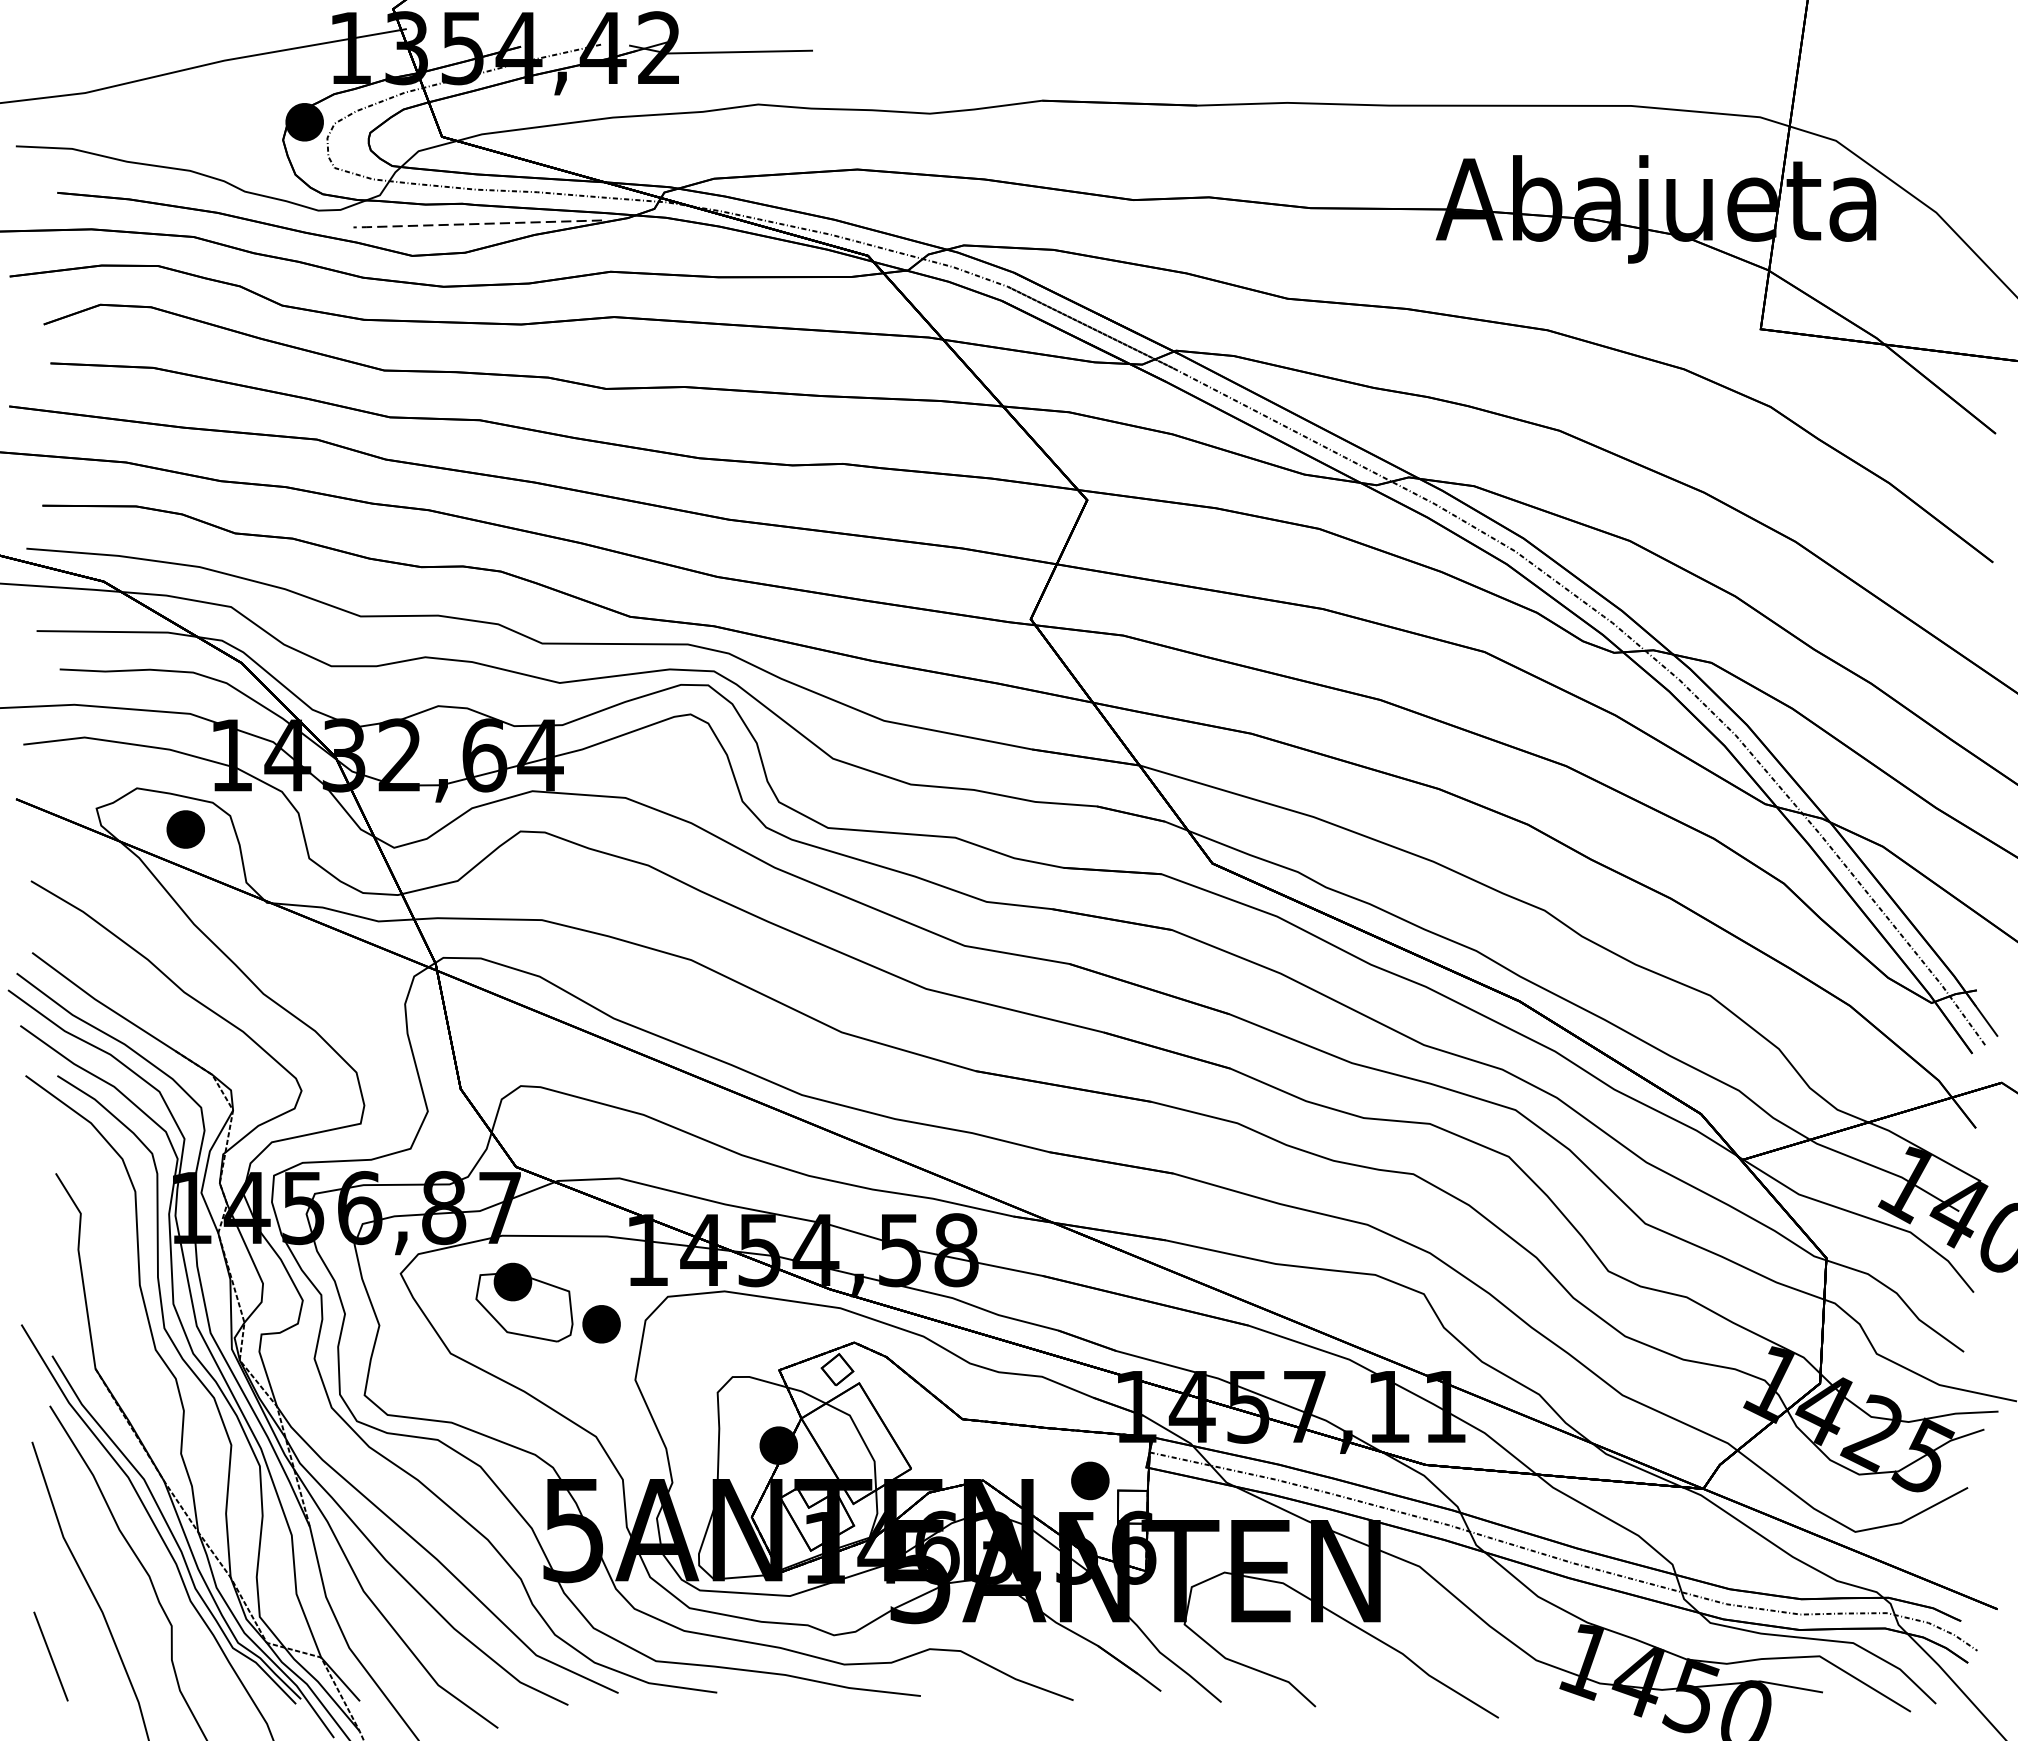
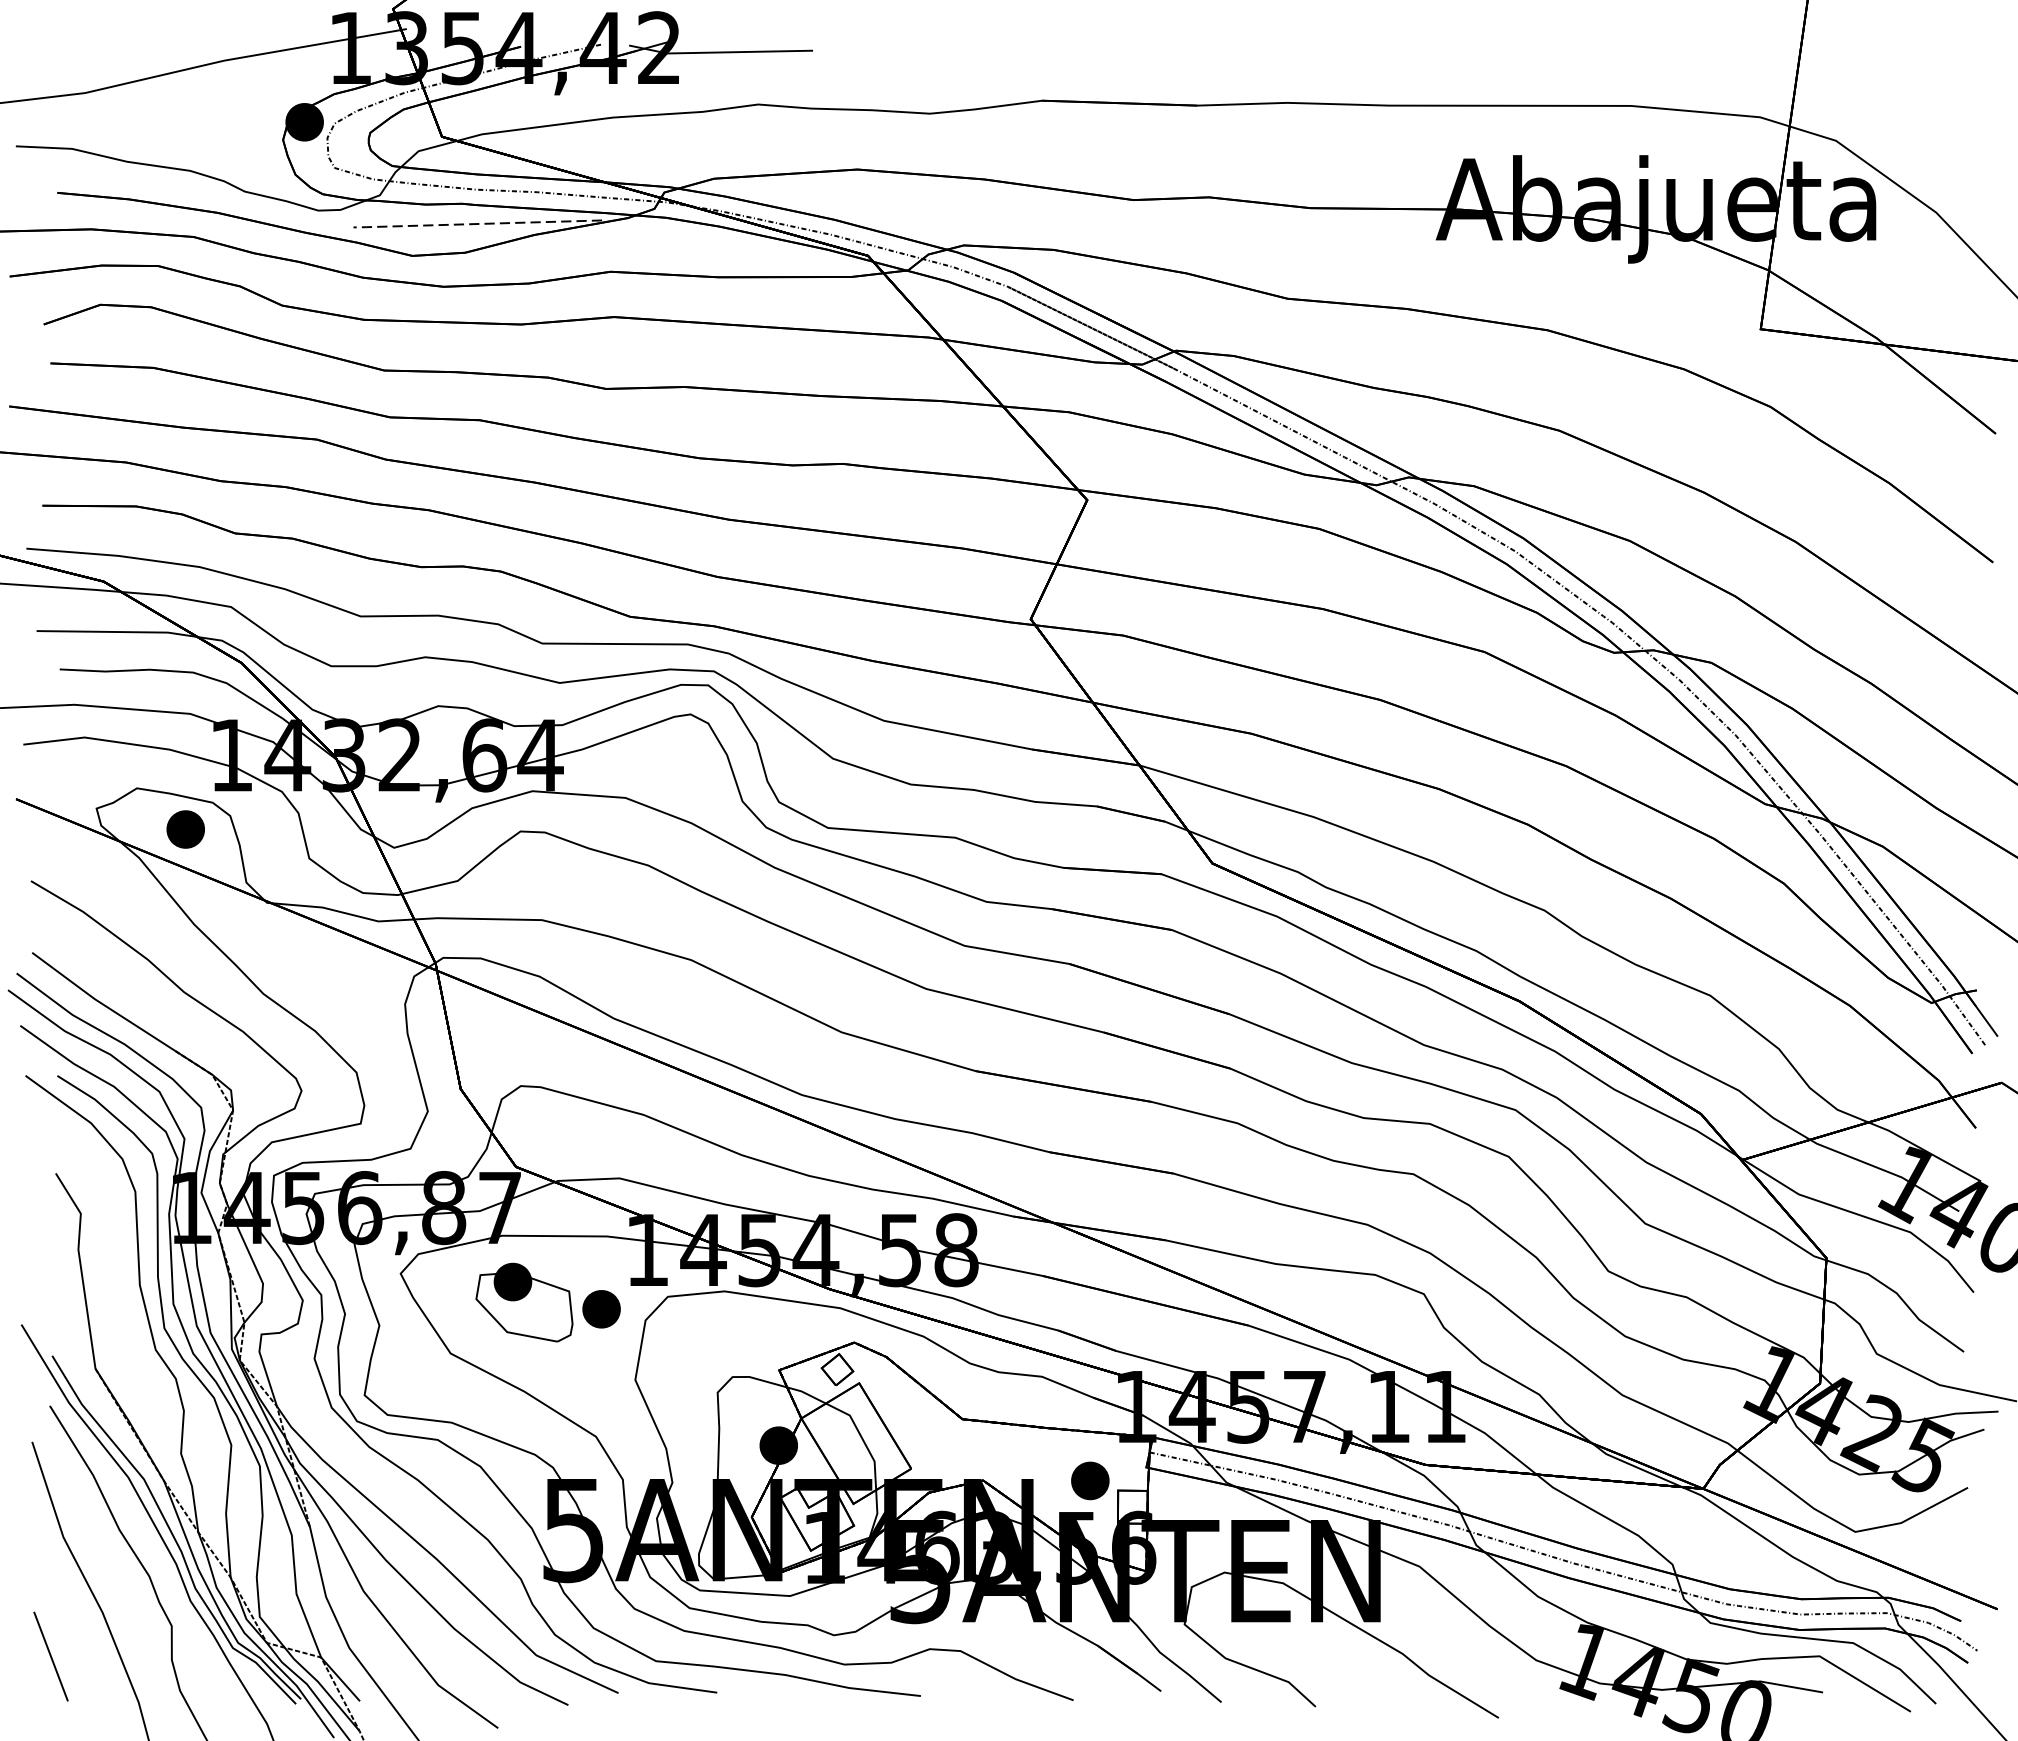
part at (601, 1324) position: (601, 1324) -> (601, 1309)
